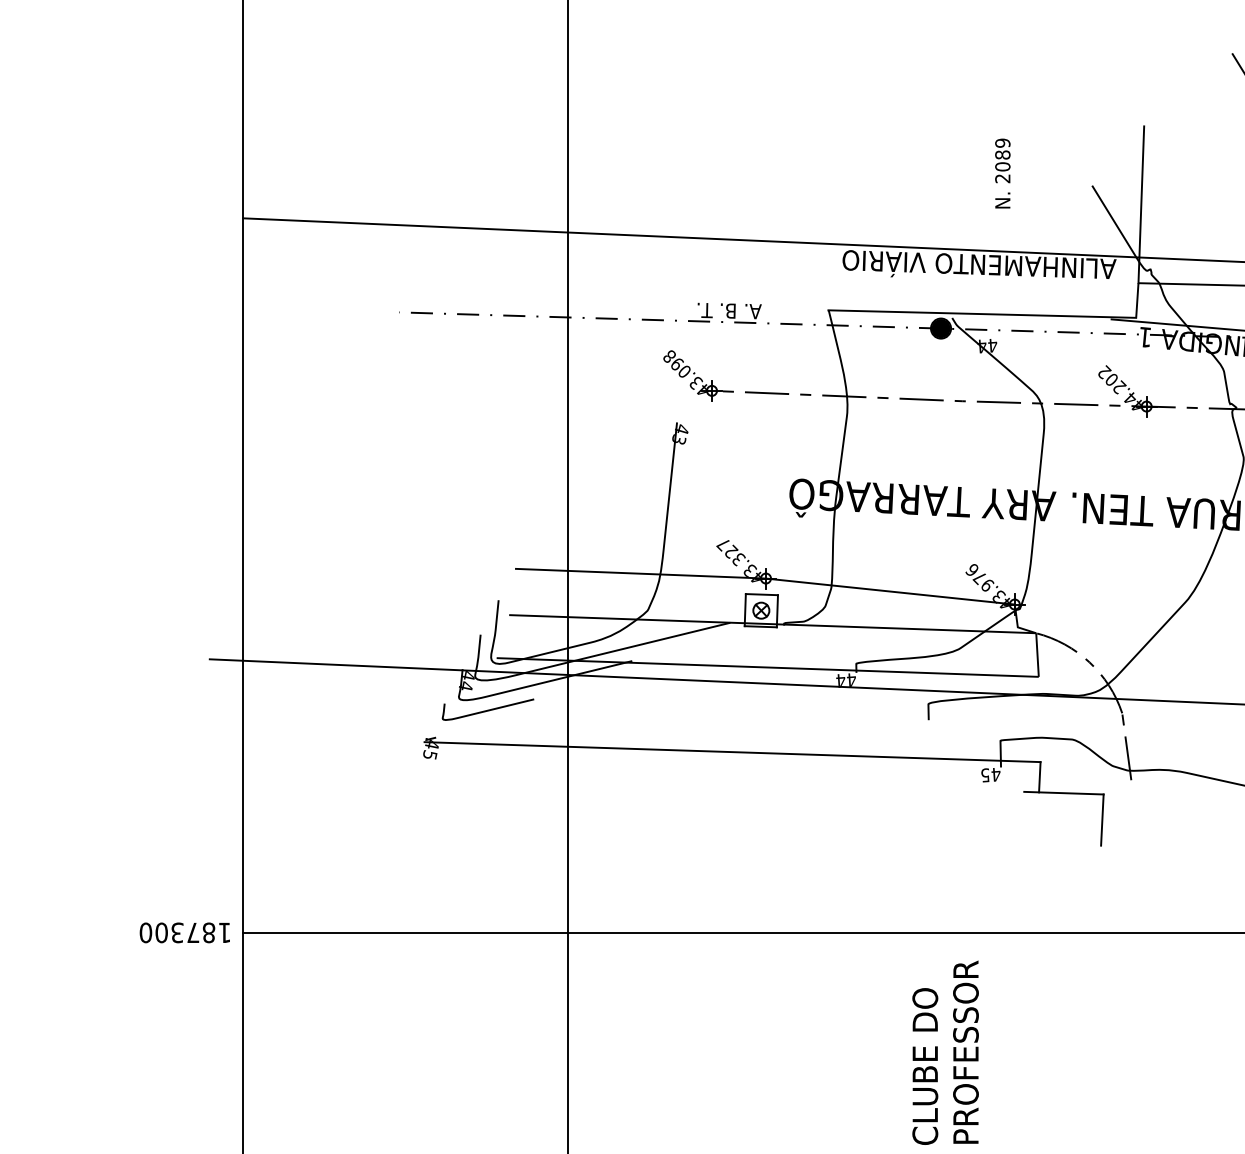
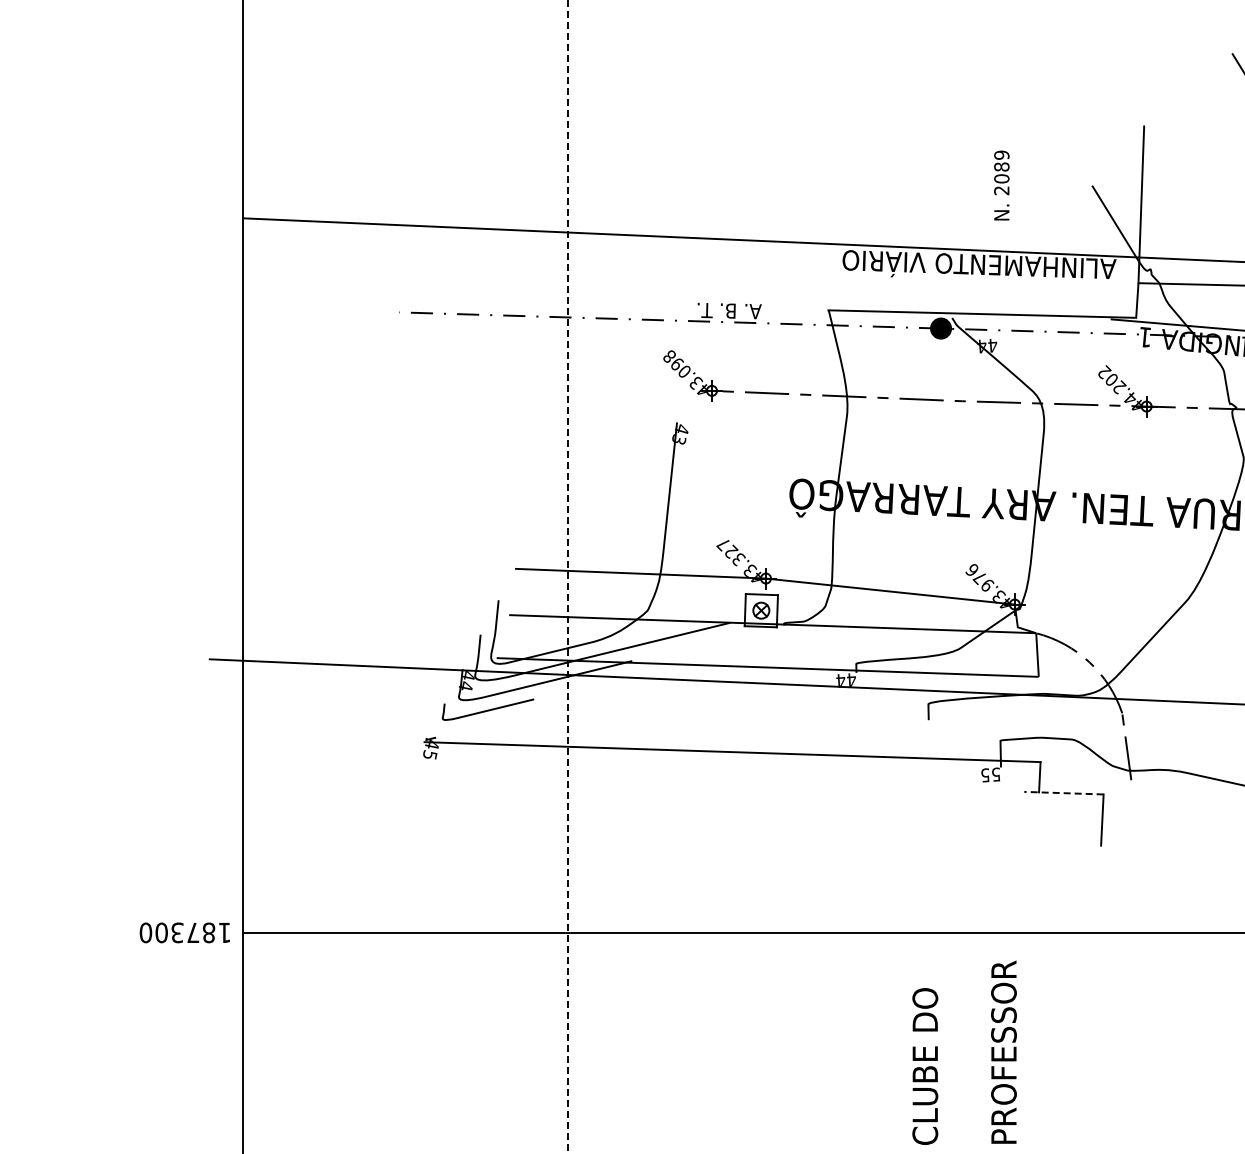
text at (1002, 173) position: (1002, 173) -> (1001, 185)
line at (567, 576): solid -> dashed
text at (995, 774): 45 -> 55
line at (1063, 793): solid -> dashed
text at (965, 1051) position: (965, 1051) -> (1003, 1051)
